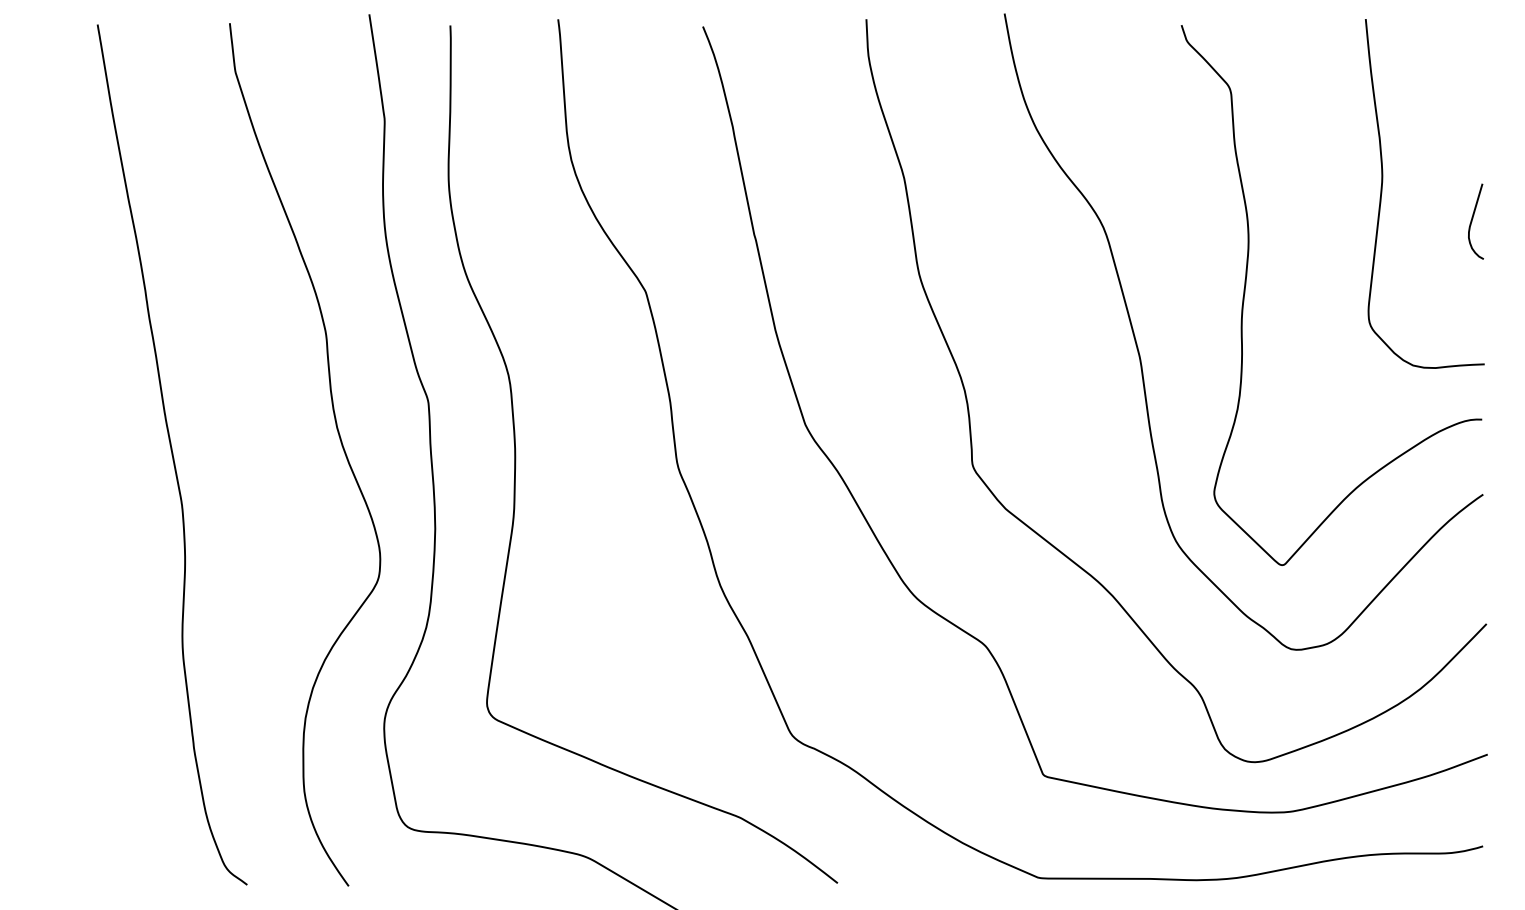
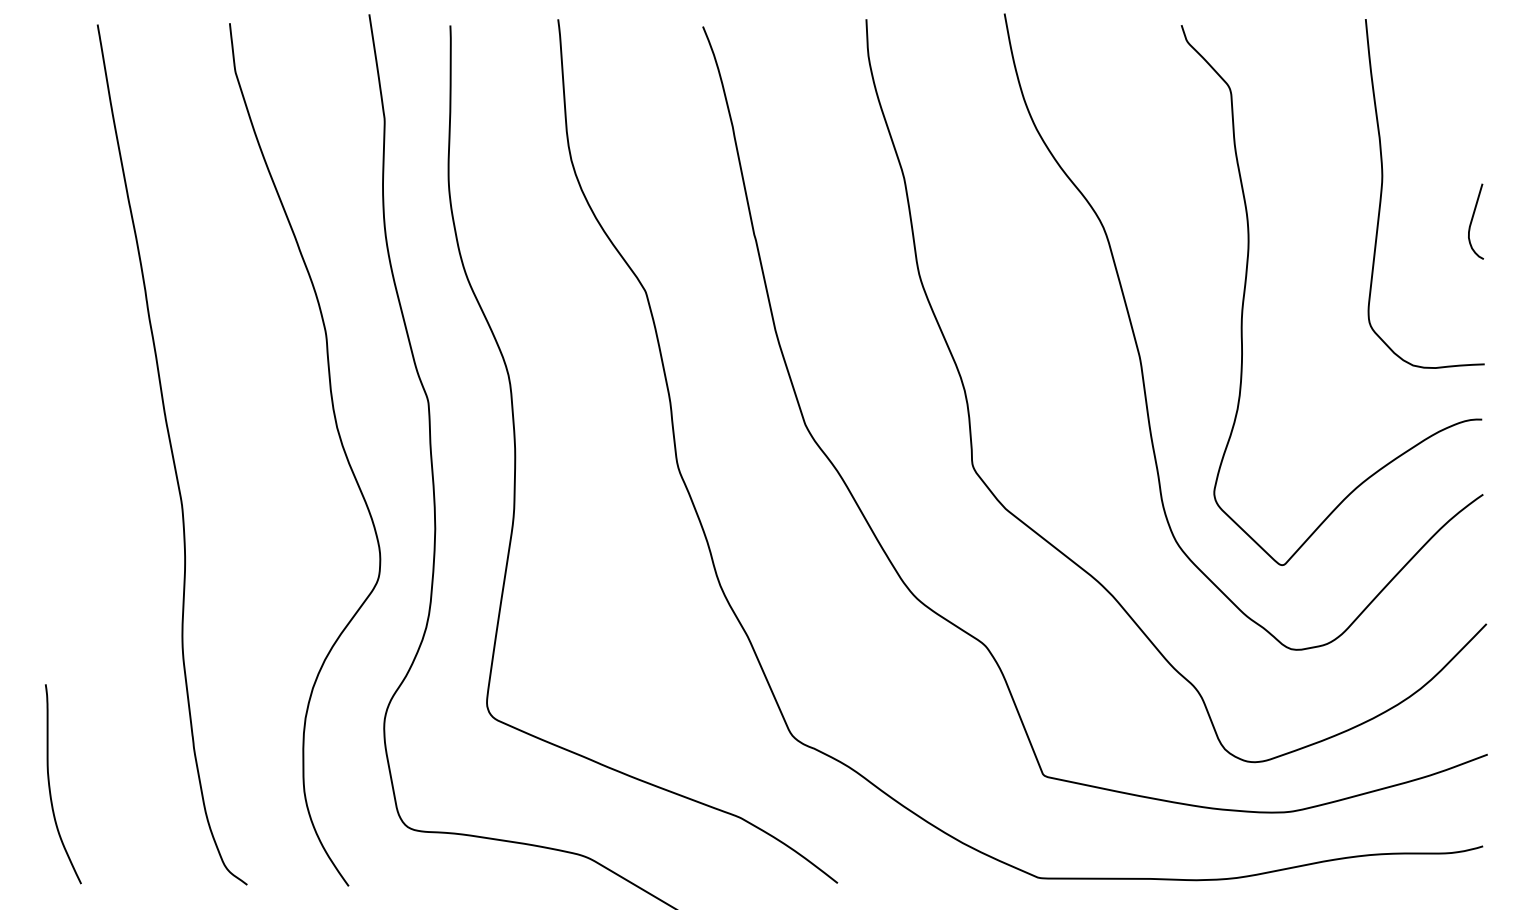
curve at (50, 785): none -> present
